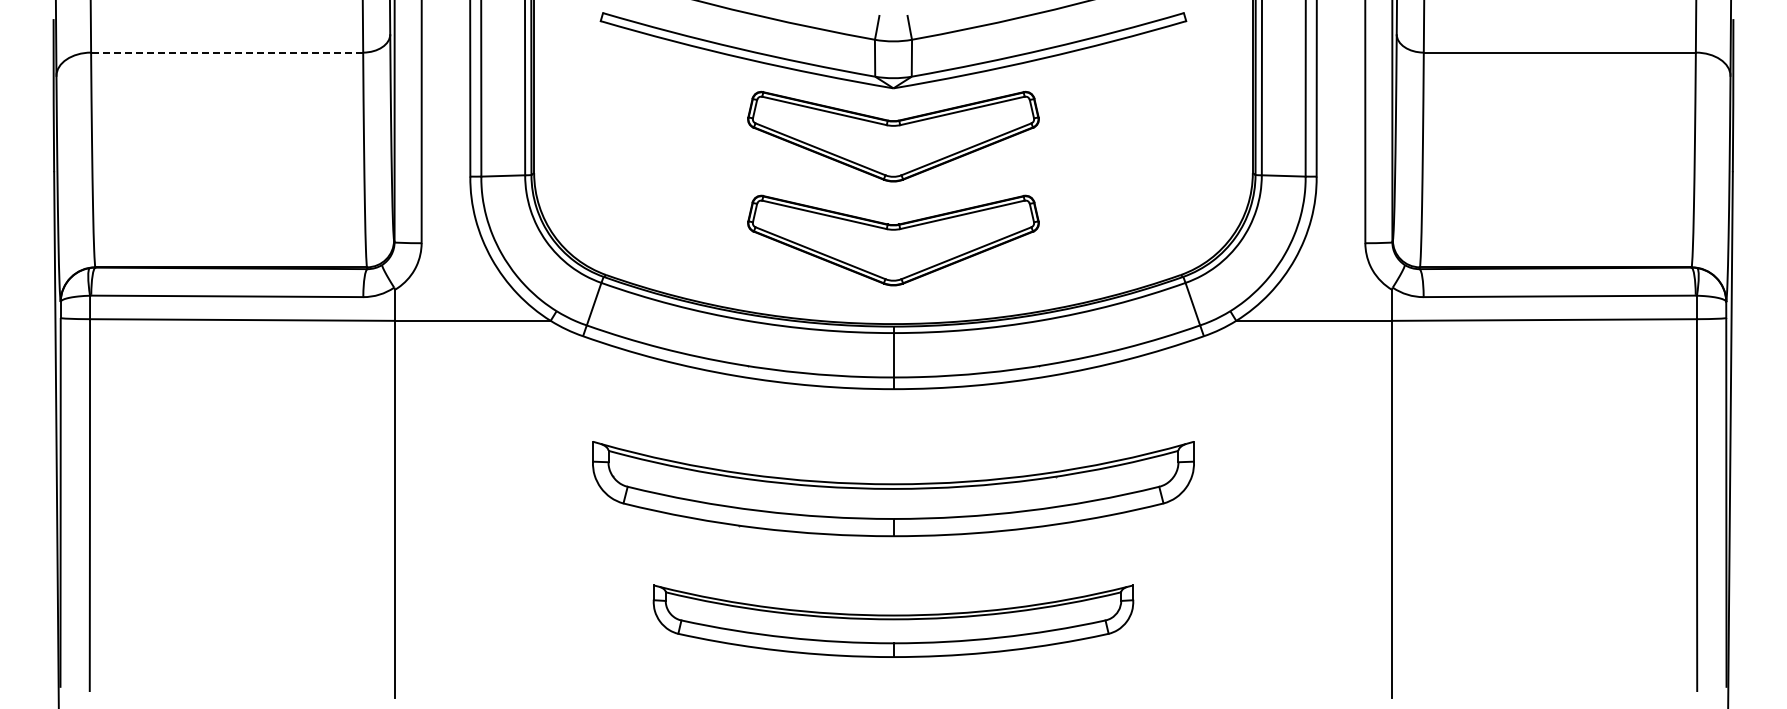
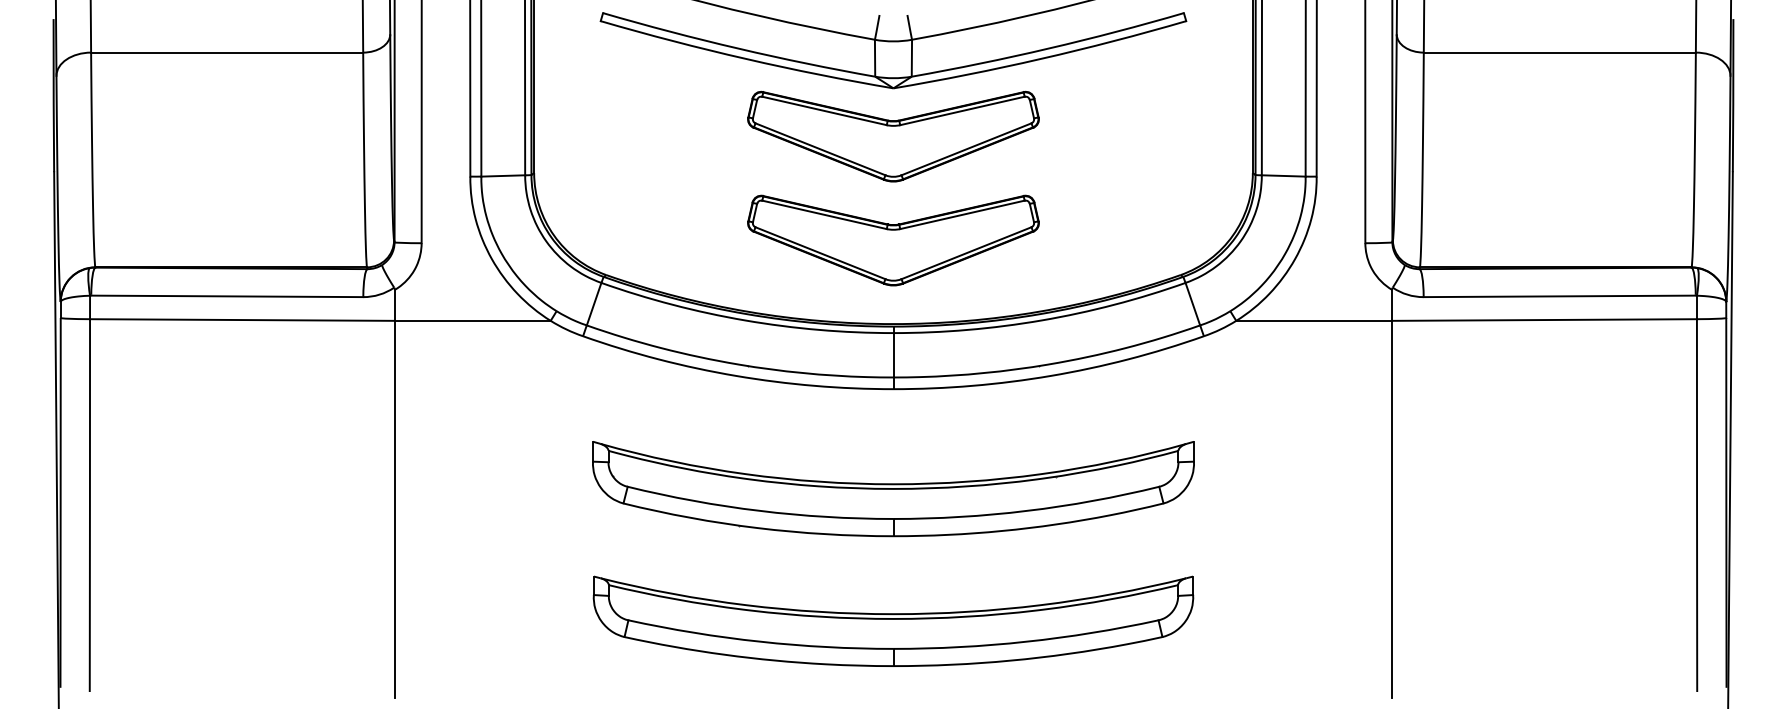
line at (226, 52): dashed -> solid
part at (893, 620) size: 483x74 px -> 603x92 px
